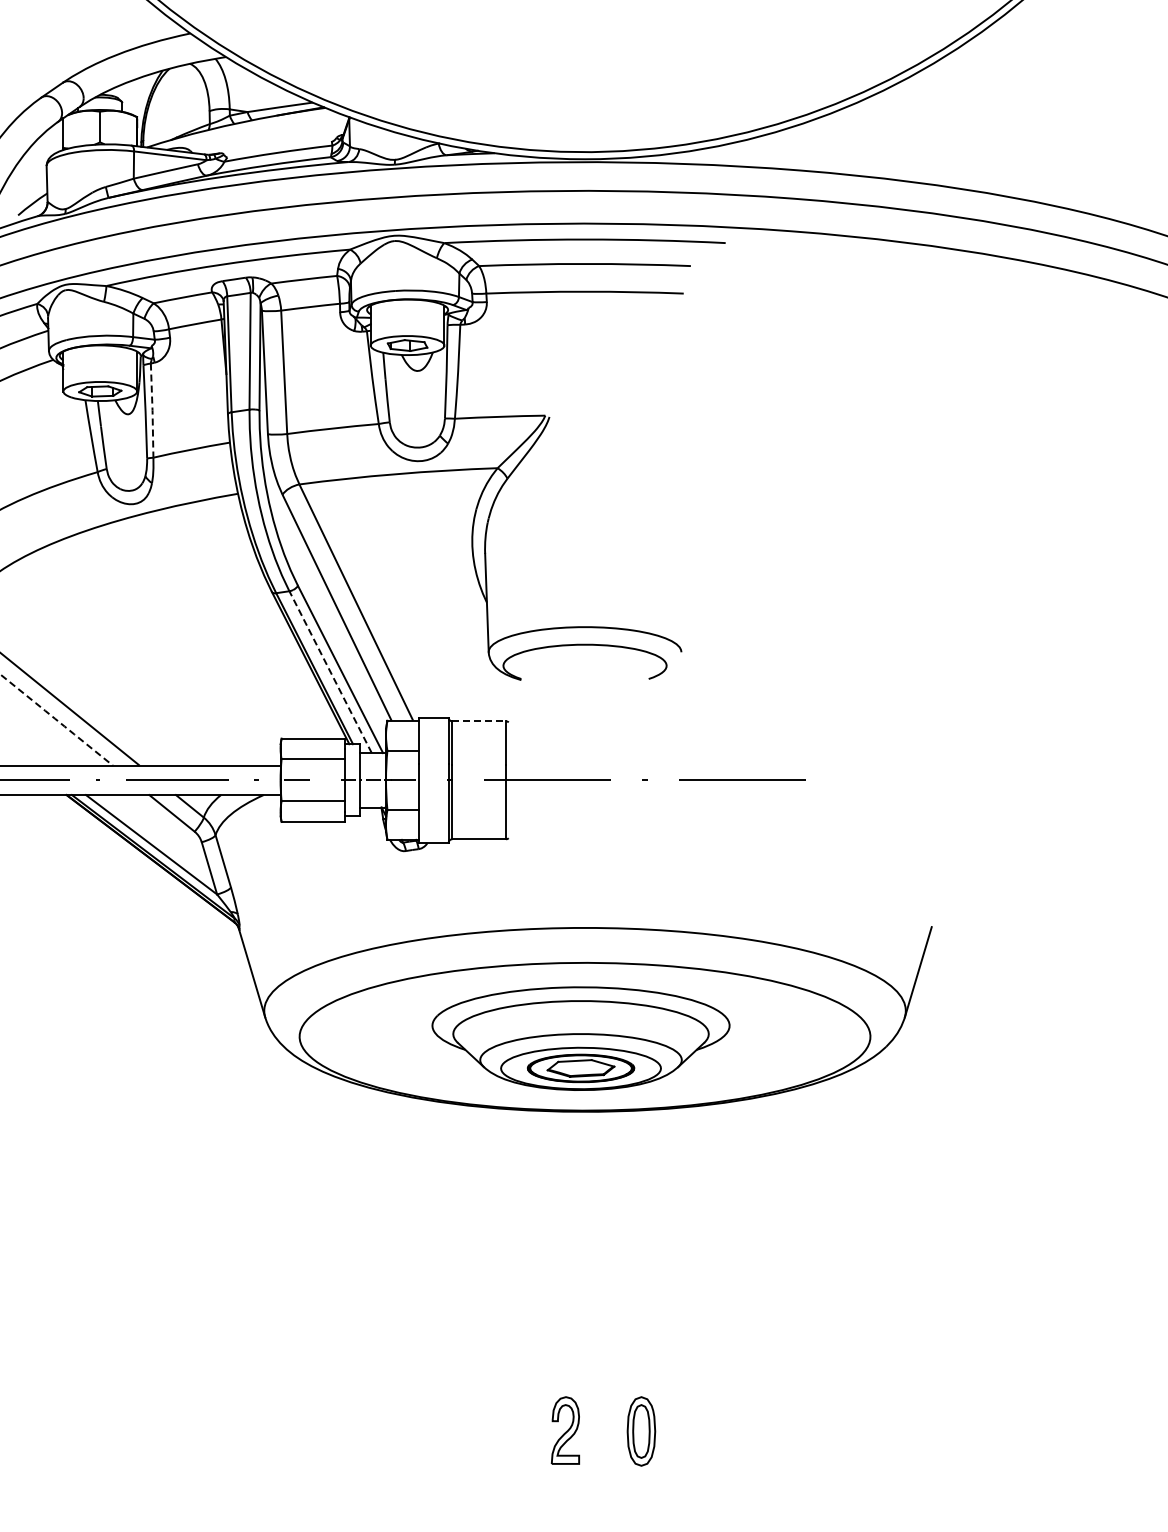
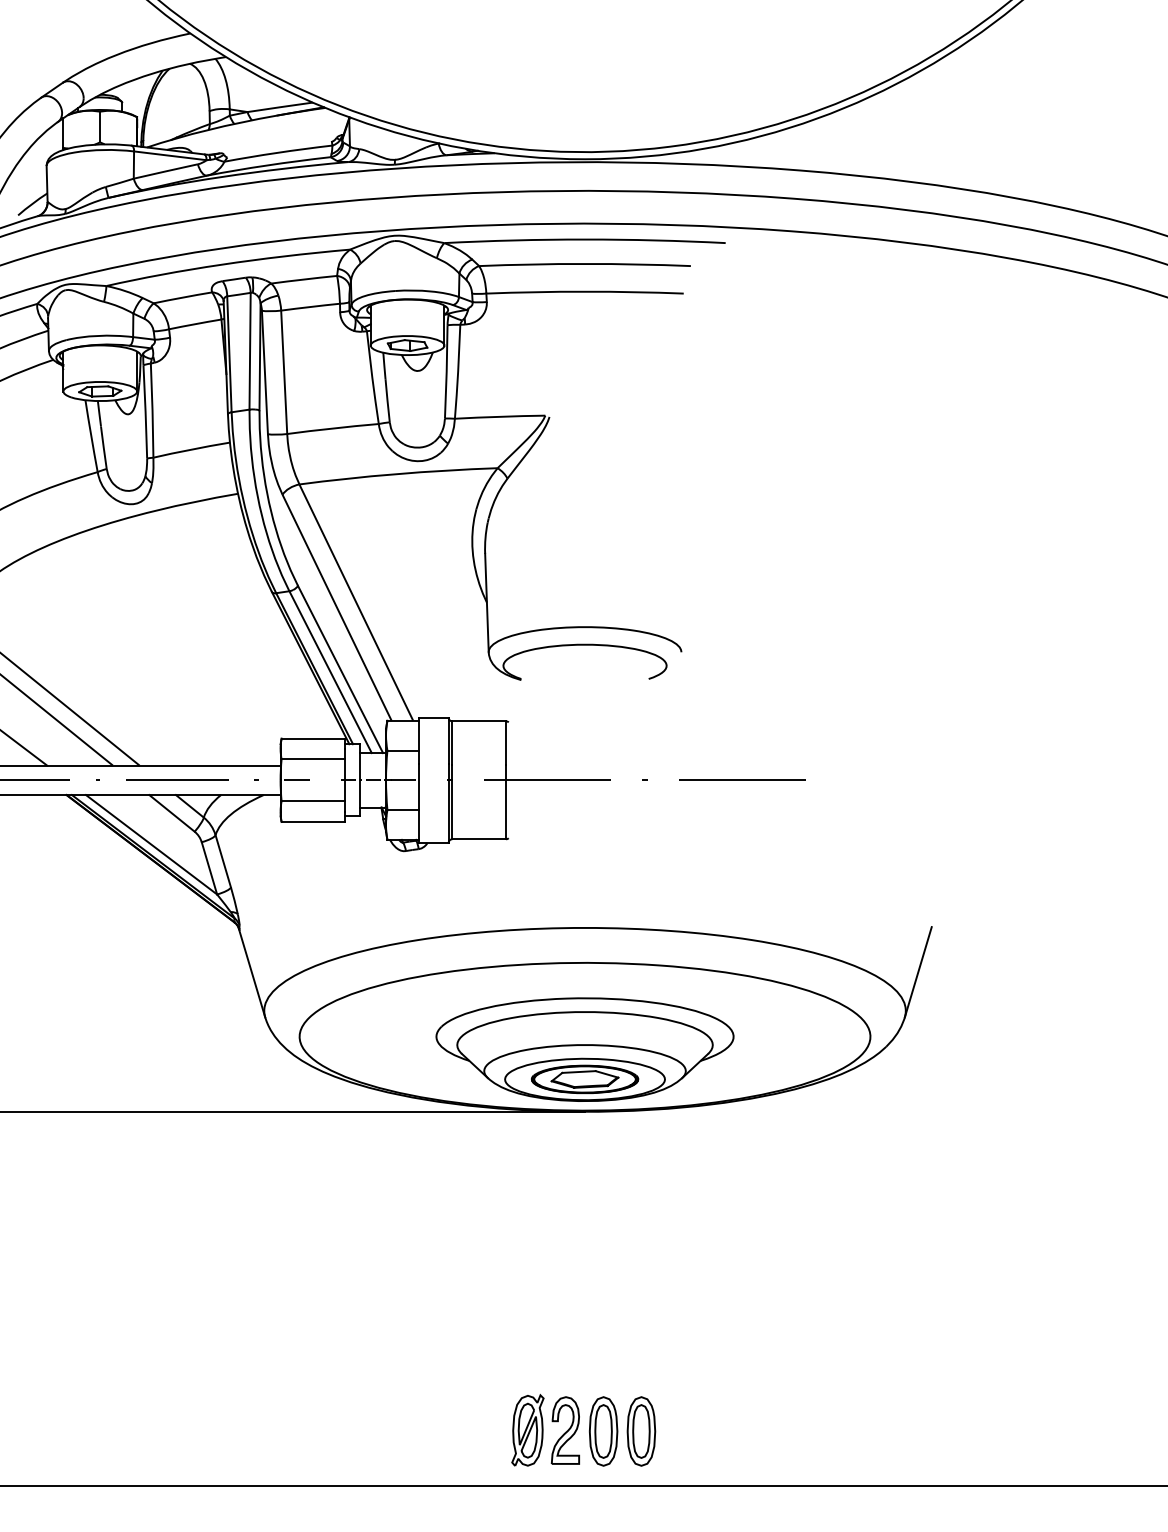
line at (152, 410): dashed -> solid
line at (330, 672): dashed -> solid
arc at (56, 719): dashed -> solid
line at (479, 721): dashed -> solid
line at (24, 748): none -> present
part at (580, 1038) position: (580, 1038) -> (584, 1049)
line at (293, 1111): none -> present
part at (527, 1430): none -> present
part at (603, 1431): none -> present
line at (583, 1486): none -> present
